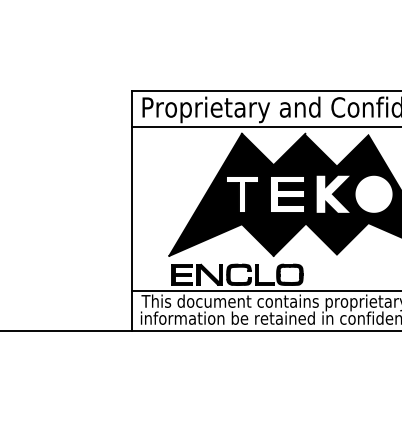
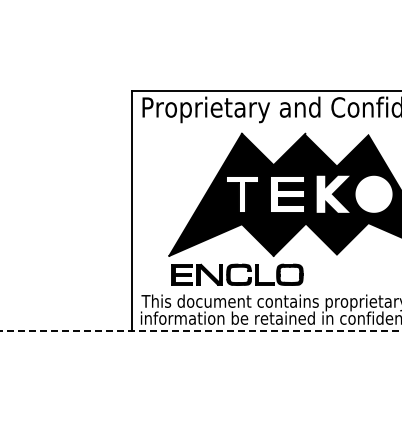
line at (265, 126): present -> none
line at (265, 291): present -> none
line at (201, 331): solid -> dashed
